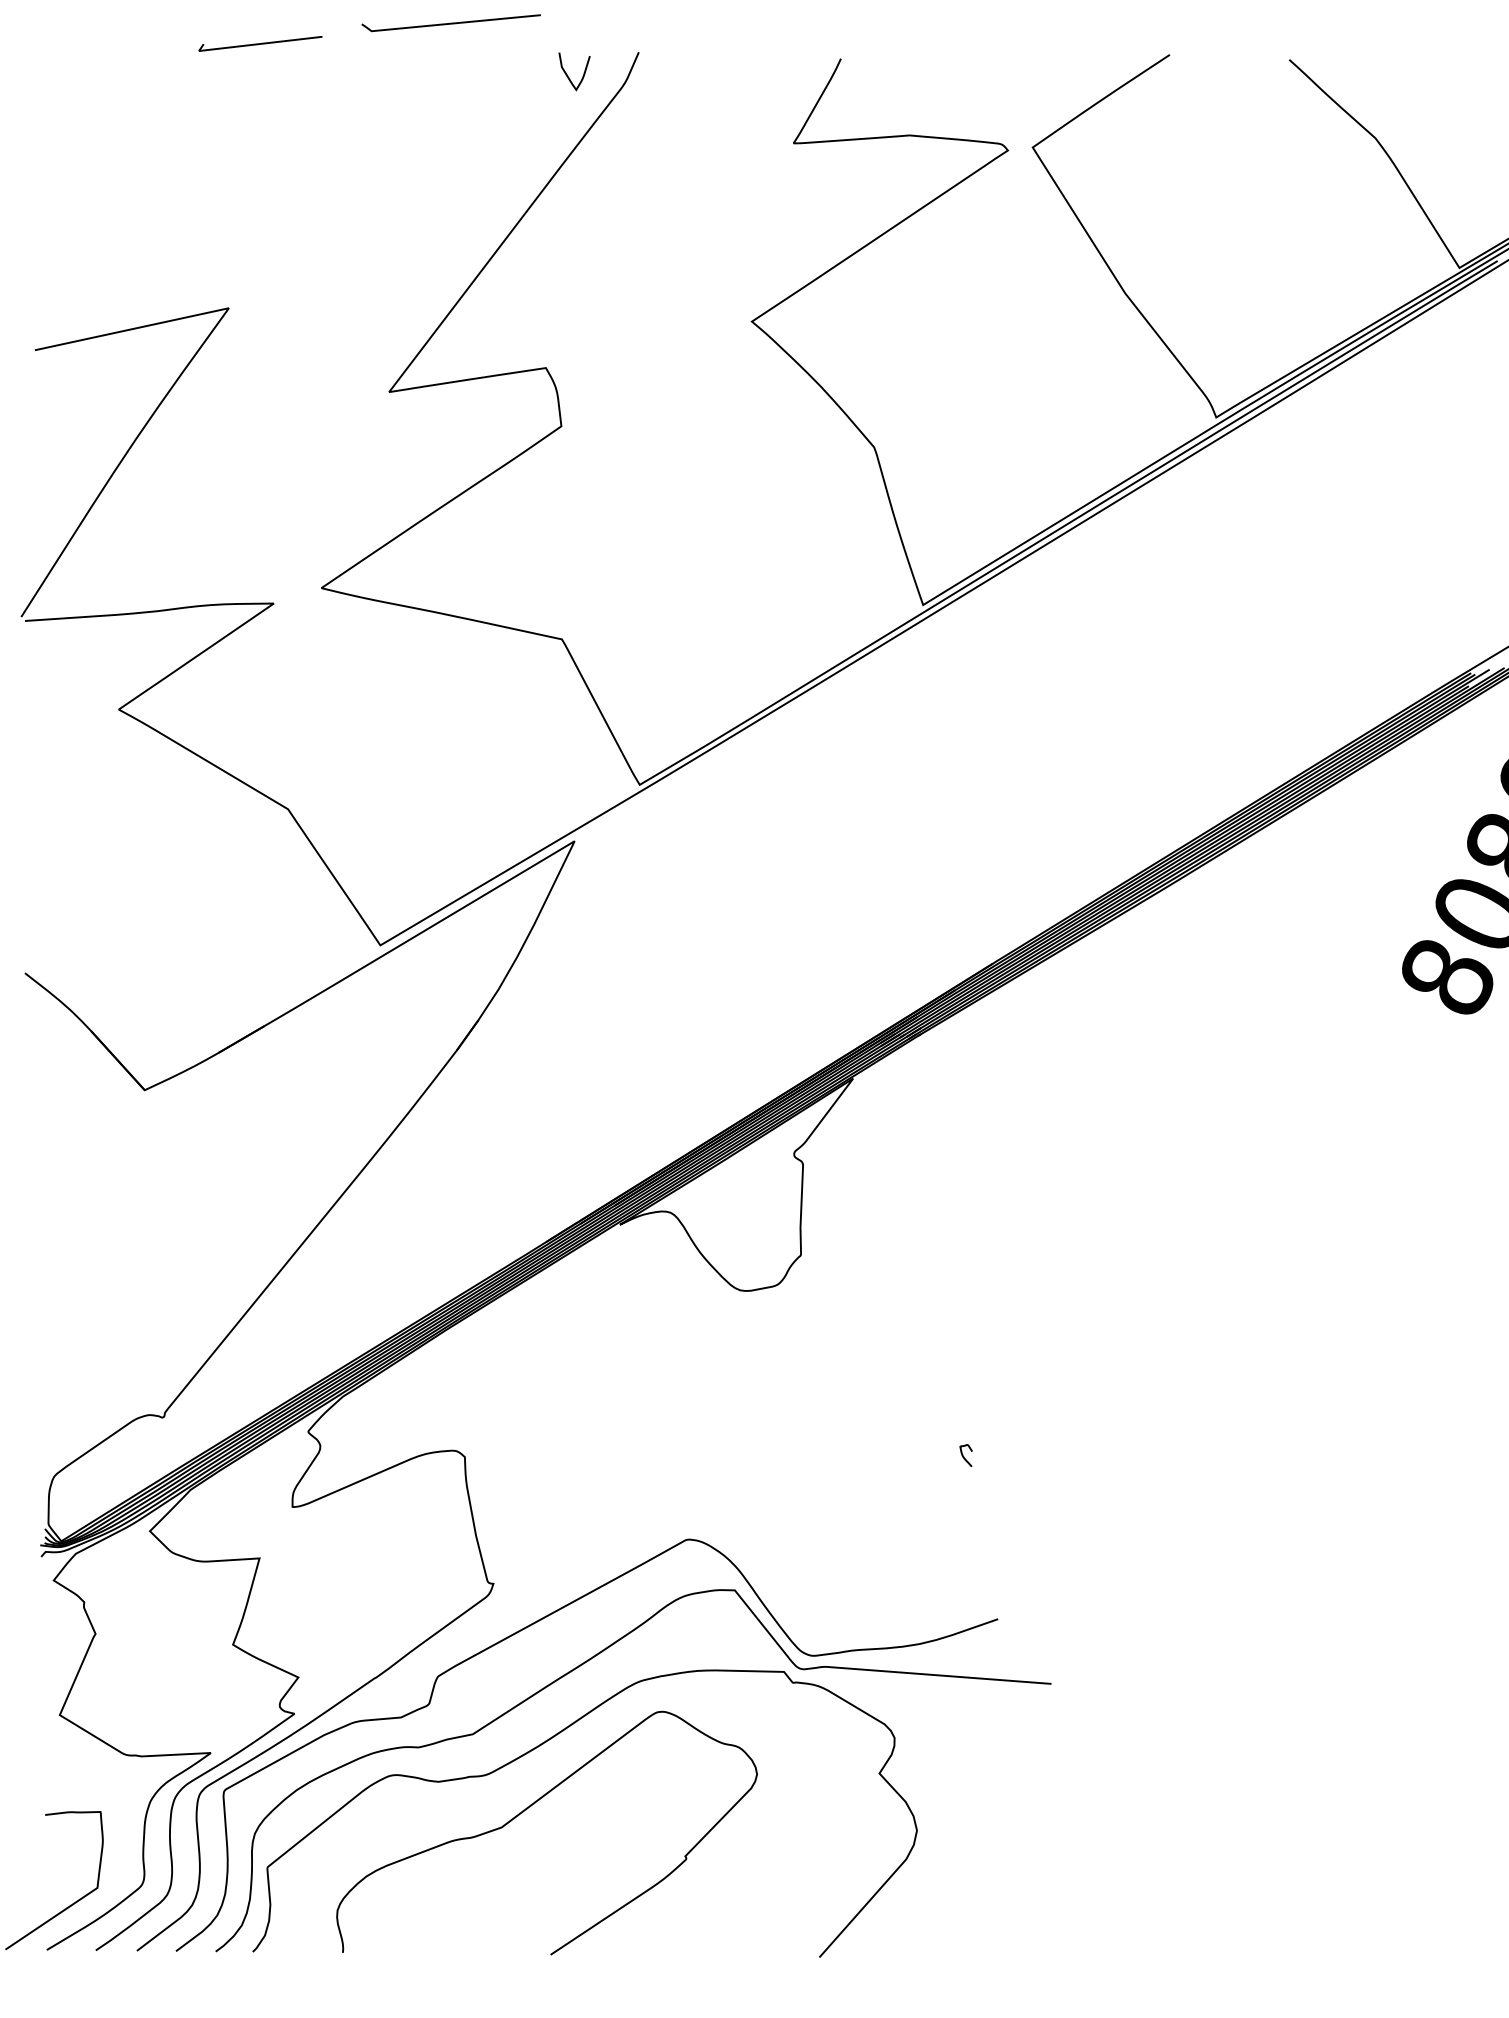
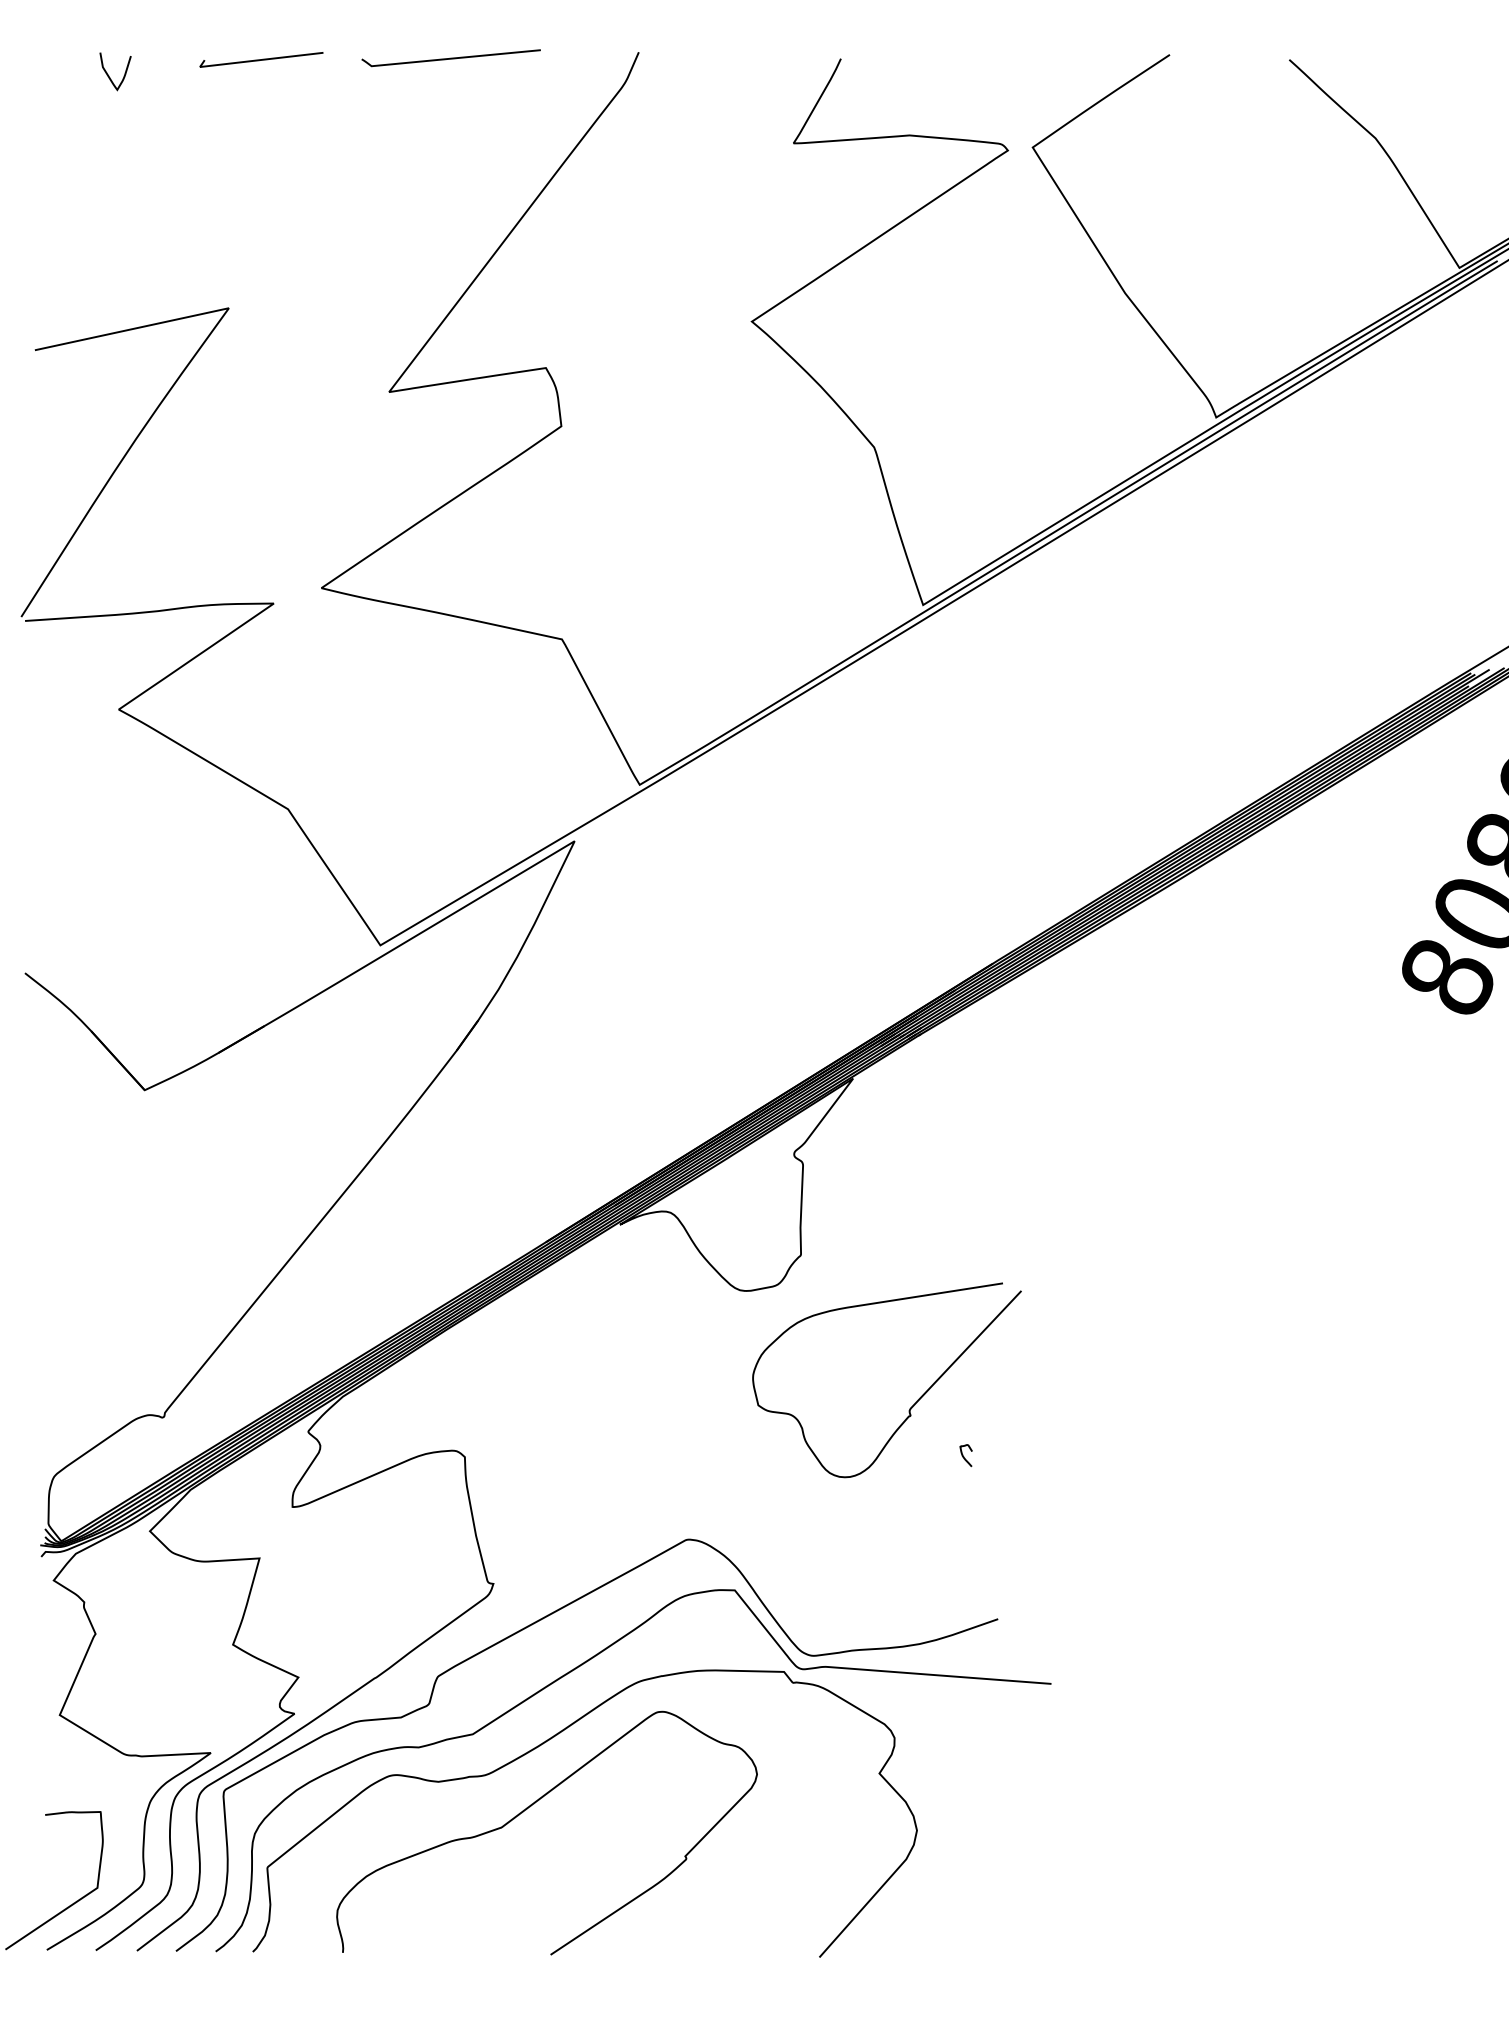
line at (450, 23) position: (450, 23) -> (450, 58)
curve at (260, 43) position: (260, 43) -> (261, 59)
curve at (568, 75) position: (568, 75) -> (109, 75)
curve at (912, 1405): none -> present
